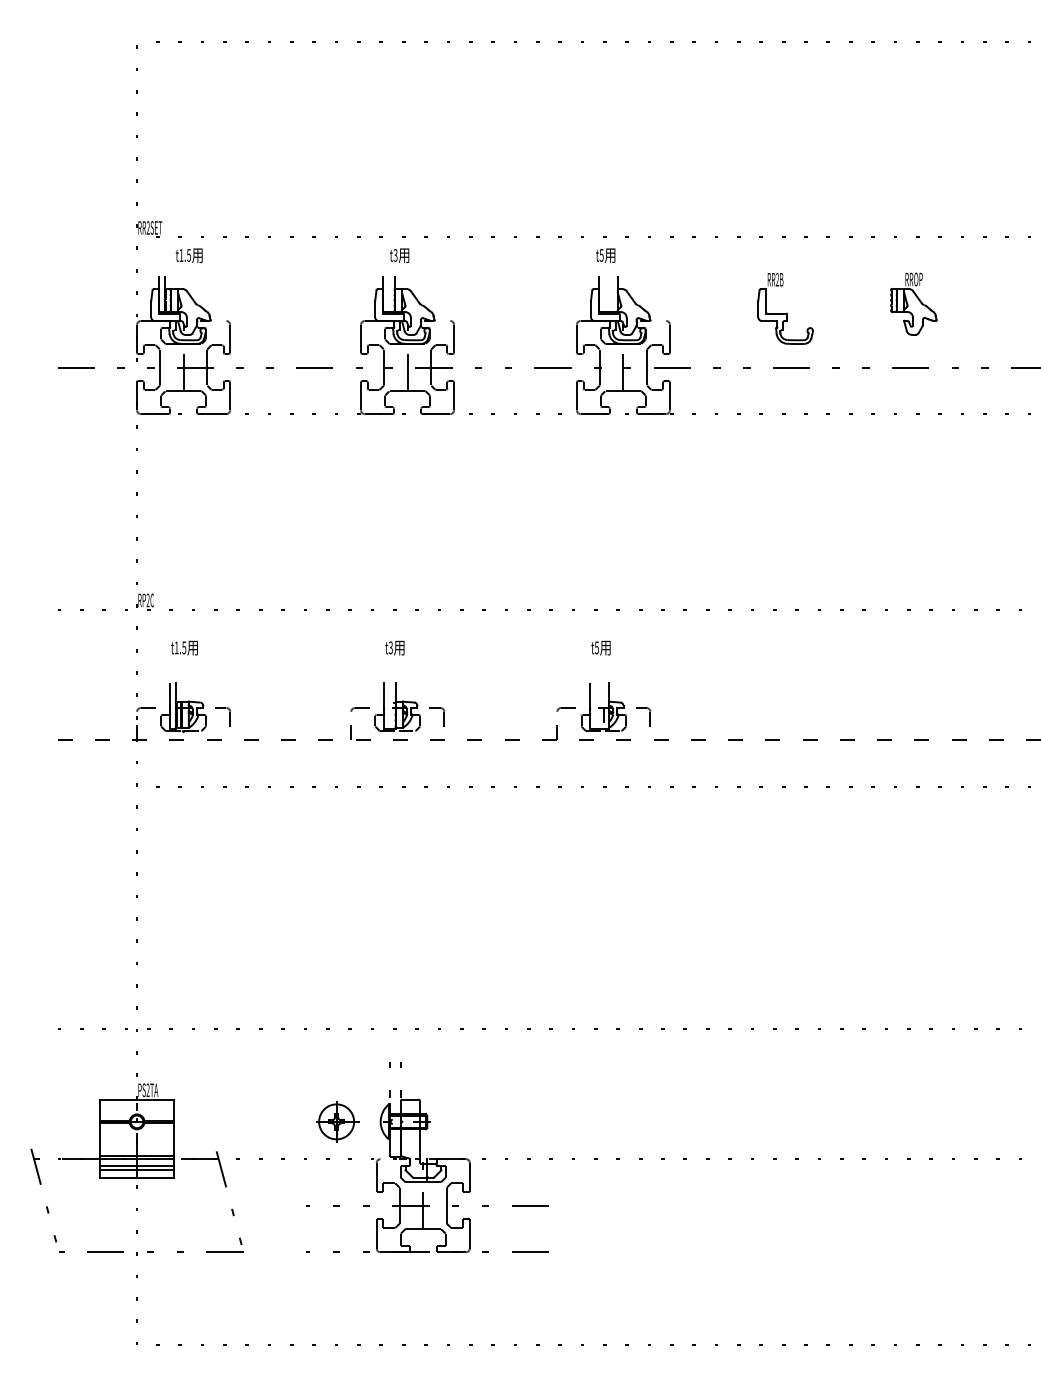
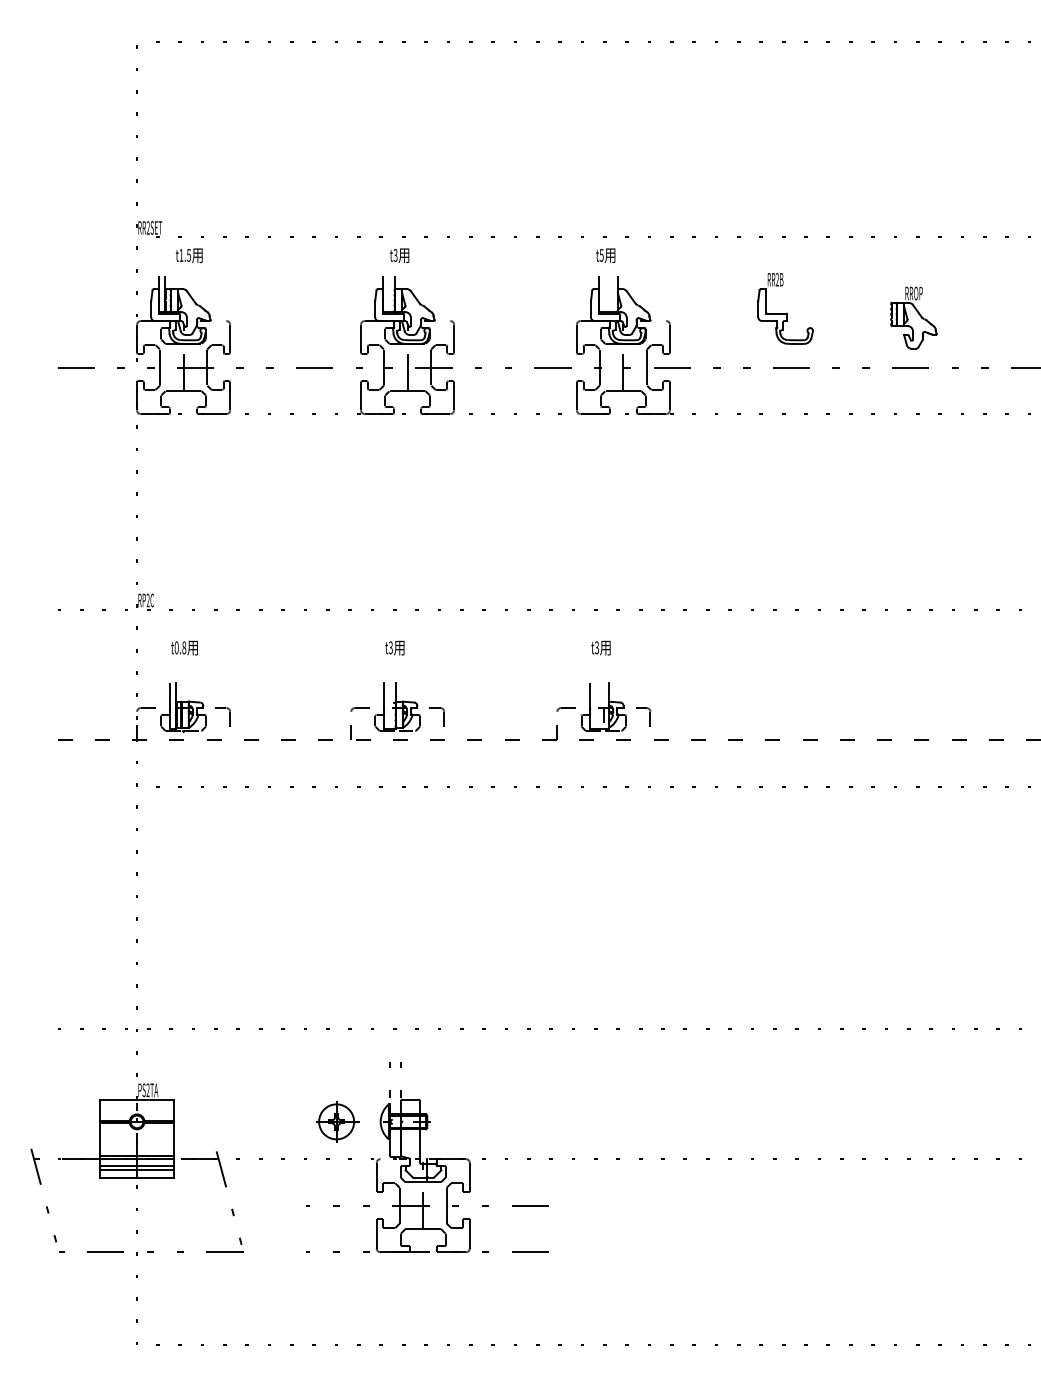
part at (913, 303) position: (913, 303) -> (913, 317)
text at (596, 646): t5 -> t3
text at (180, 647): t1.5 -> t0.8
